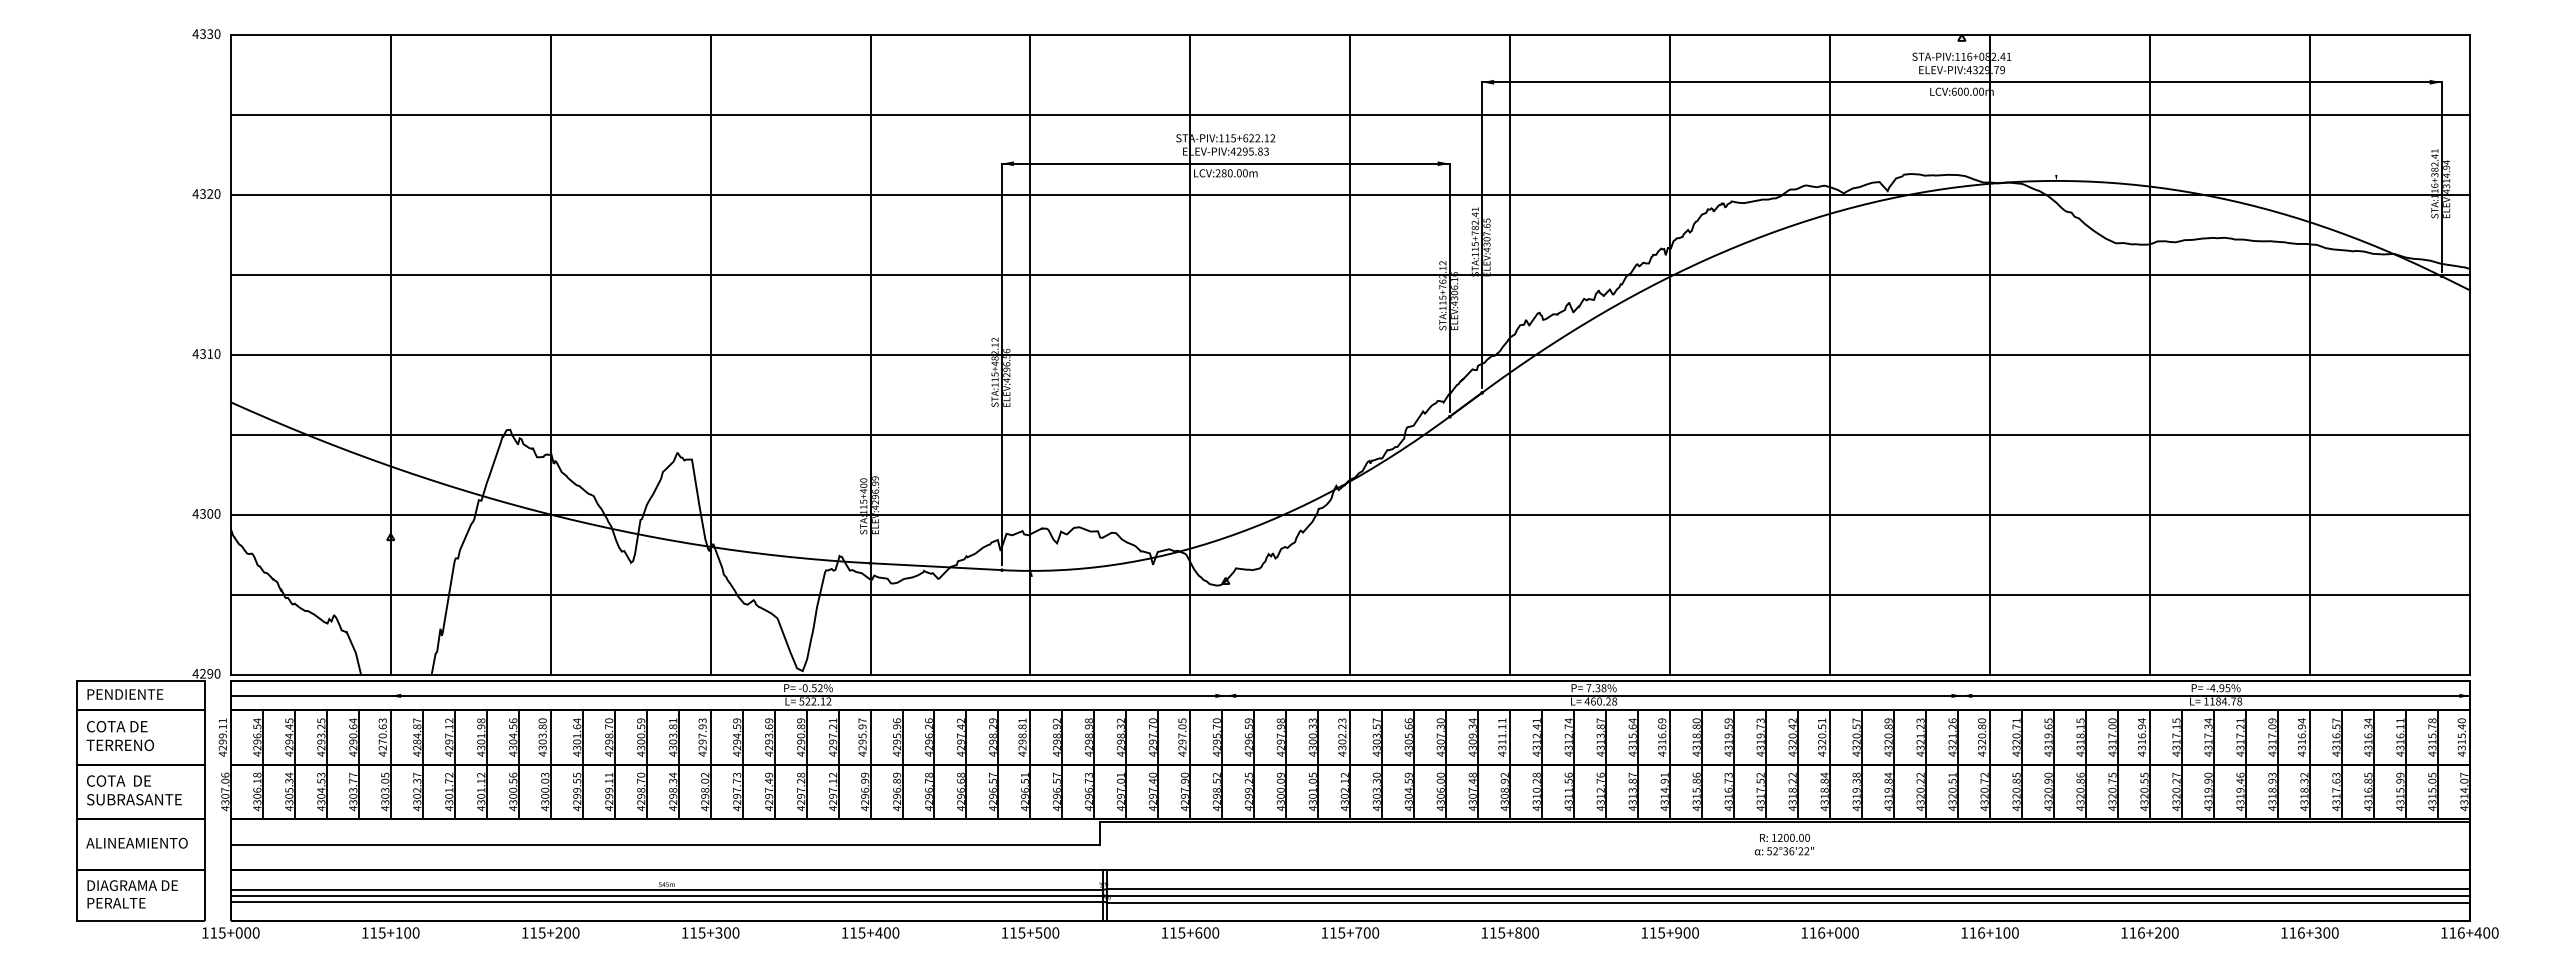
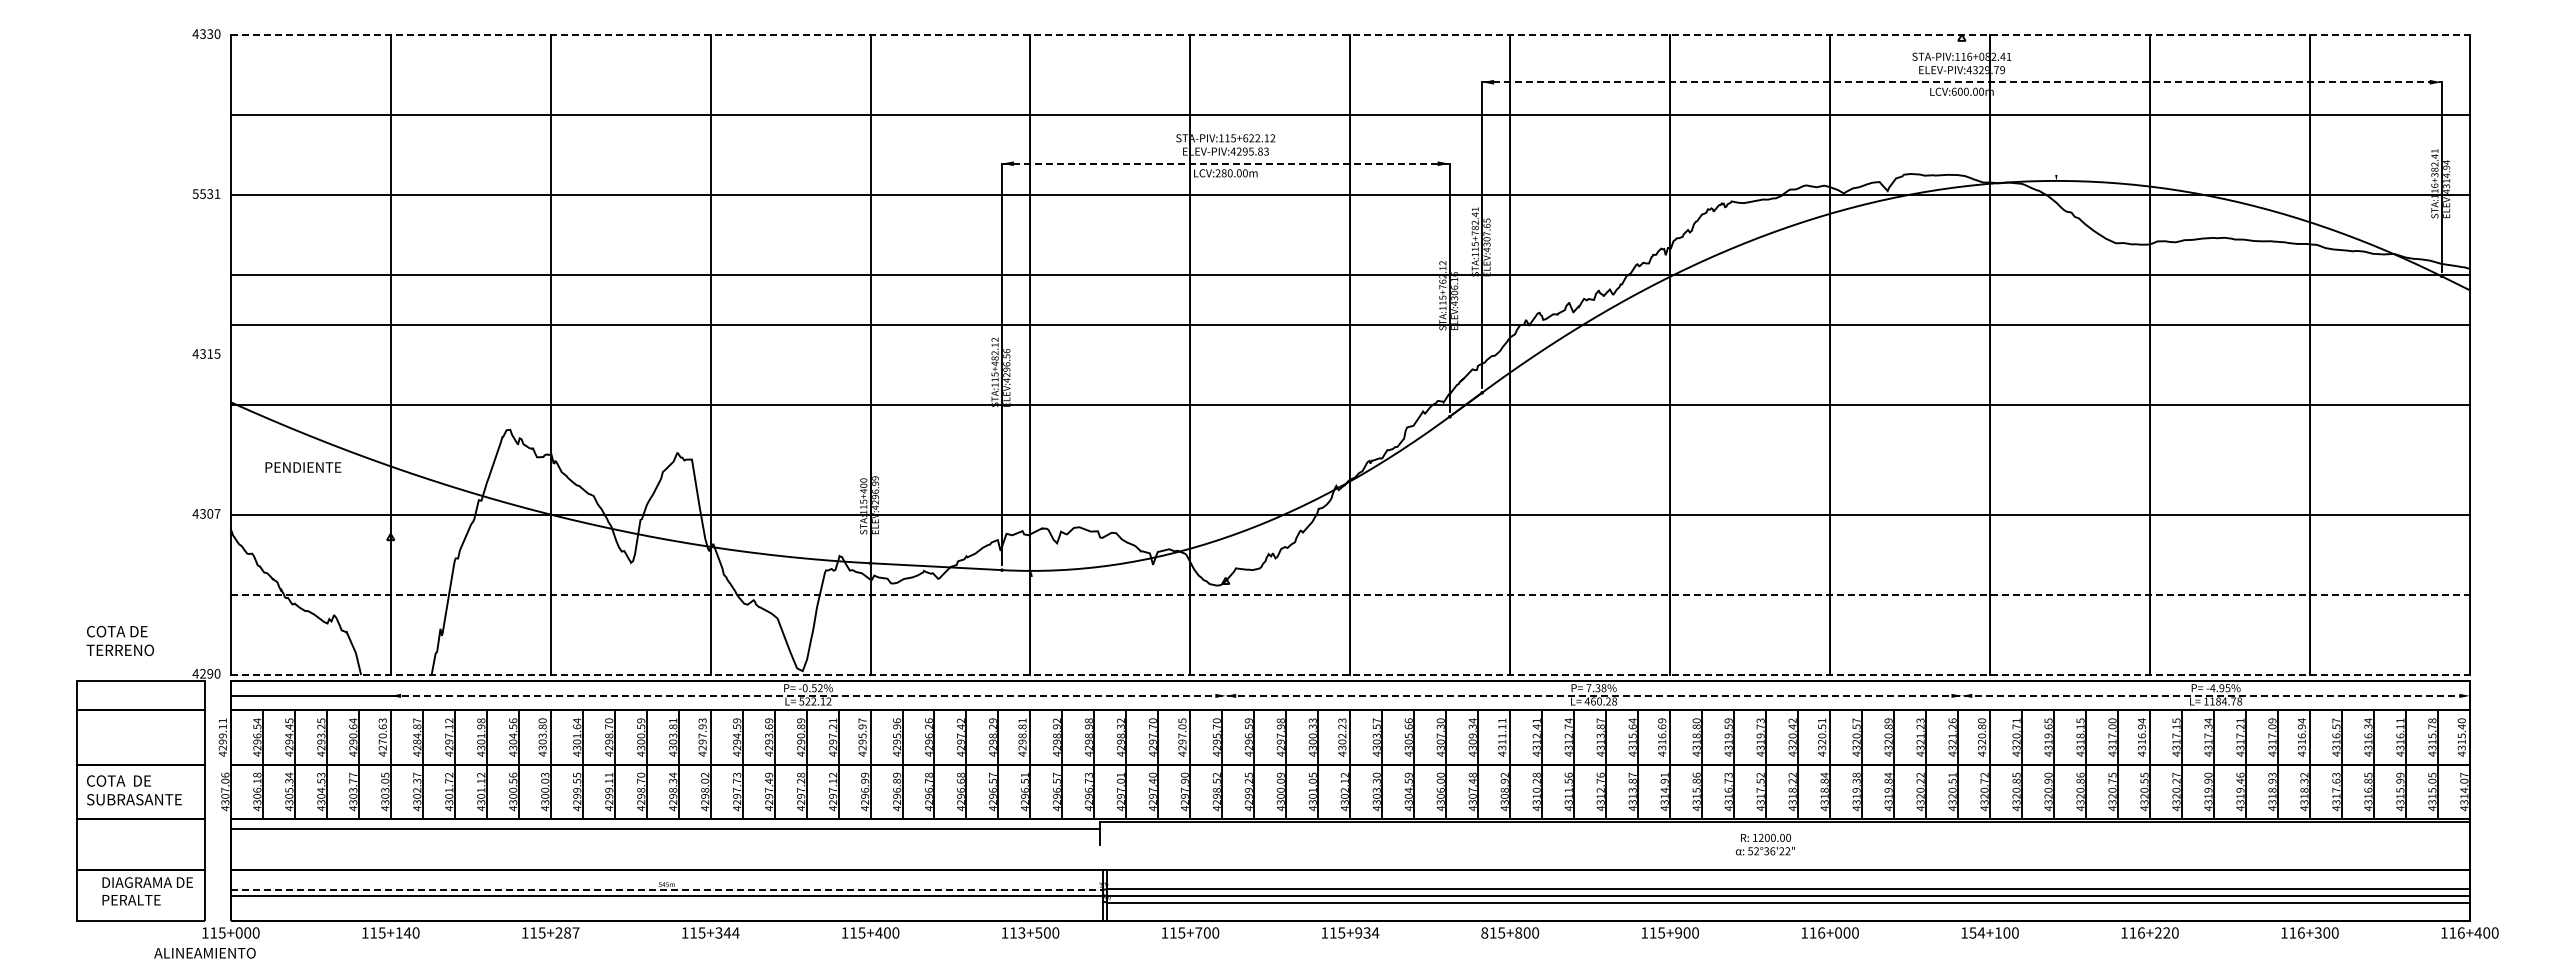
line at (1350, 35): solid -> dashed
line at (1961, 82): solid -> dashed
line at (1225, 163): solid -> dashed
text at (206, 193): 4320 -> 5531
text at (217, 353): 4310 -> 4315
line at (1349, 355) position: (1349, 355) -> (1349, 325)
line at (1349, 435) position: (1349, 435) -> (1349, 405)
text at (217, 513): 4300 -> 4307
line at (1350, 595): solid -> dashed
line at (1350, 675): solid -> dashed
text at (125, 694) position: (125, 694) -> (303, 467)
line at (1430, 695): solid -> dashed
text at (119, 736) position: (119, 736) -> (119, 641)
text at (136, 842) position: (136, 842) -> (204, 952)
line at (664, 844) position: (664, 844) -> (664, 828)
text at (1784, 844) position: (1784, 844) -> (1765, 844)
line at (667, 890): solid -> dashed
text at (132, 894) position: (132, 894) -> (147, 891)
line at (666, 901): present -> none
text at (407, 932): 115+100 -> 115+140
text at (571, 932): 115+200 -> 115+287
text at (731, 932): 115+300 -> 115+344
text at (1021, 932): 115+500 -> 113+500
text at (1198, 932): 115+600 -> 115+700
text at (1367, 932): 115+700 -> 115+934
text at (1484, 932): 115+800 -> 815+800
text at (1977, 932): 116+100 -> 154+100
text at (2166, 932): 116+200 -> 116+220
